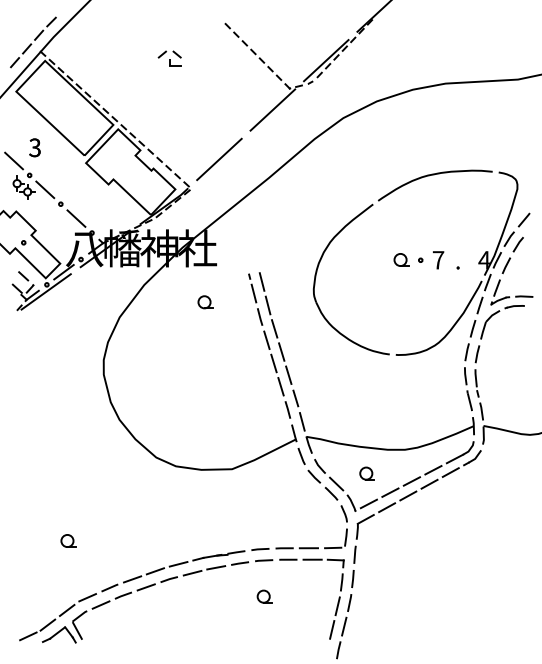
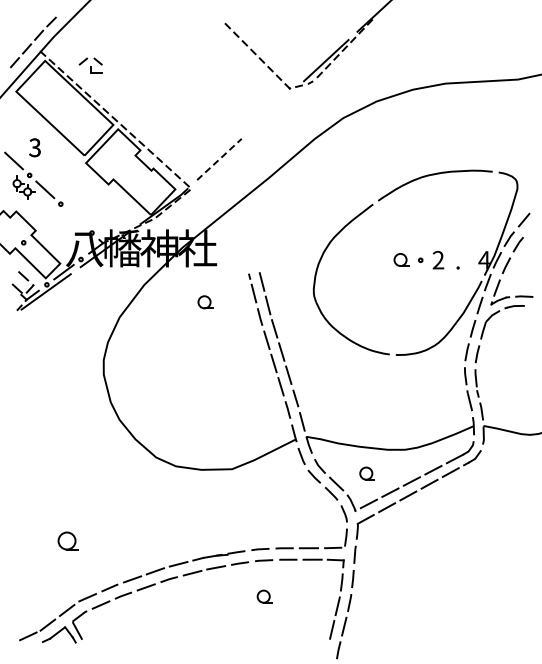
part at (169, 58) position: (169, 58) -> (90, 65)
line at (272, 109): present -> none
line at (219, 159): solid -> dashed
line at (76, 218): present -> none
text at (438, 259): 7 -> 2
part at (68, 540) size: 17x14 px -> 22x20 px
